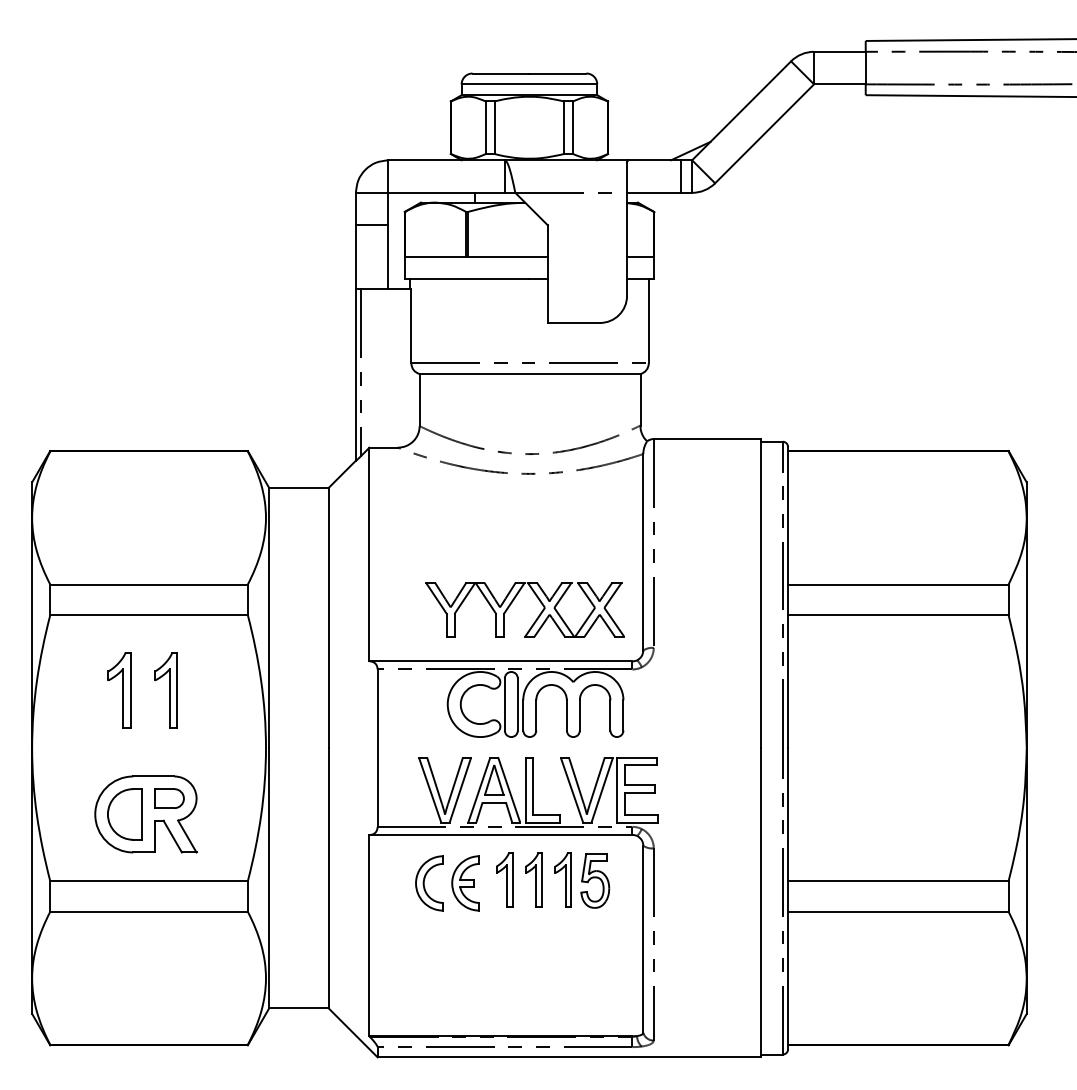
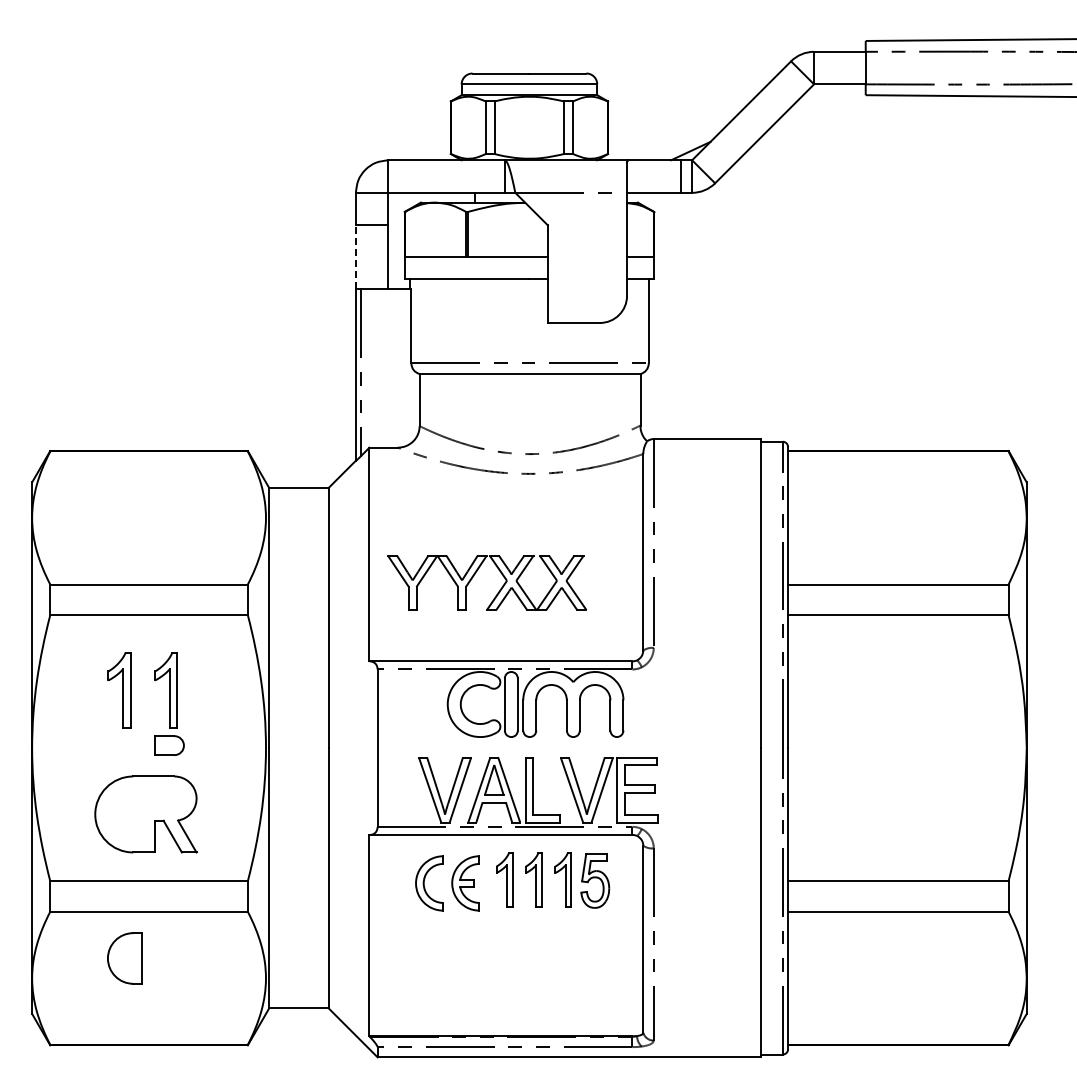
line at (355, 257): solid -> dashed
part at (512, 603) position: (512, 603) -> (474, 576)
part at (169, 798) position: (169, 798) -> (169, 745)
part at (124, 814) position: (124, 814) -> (124, 958)
